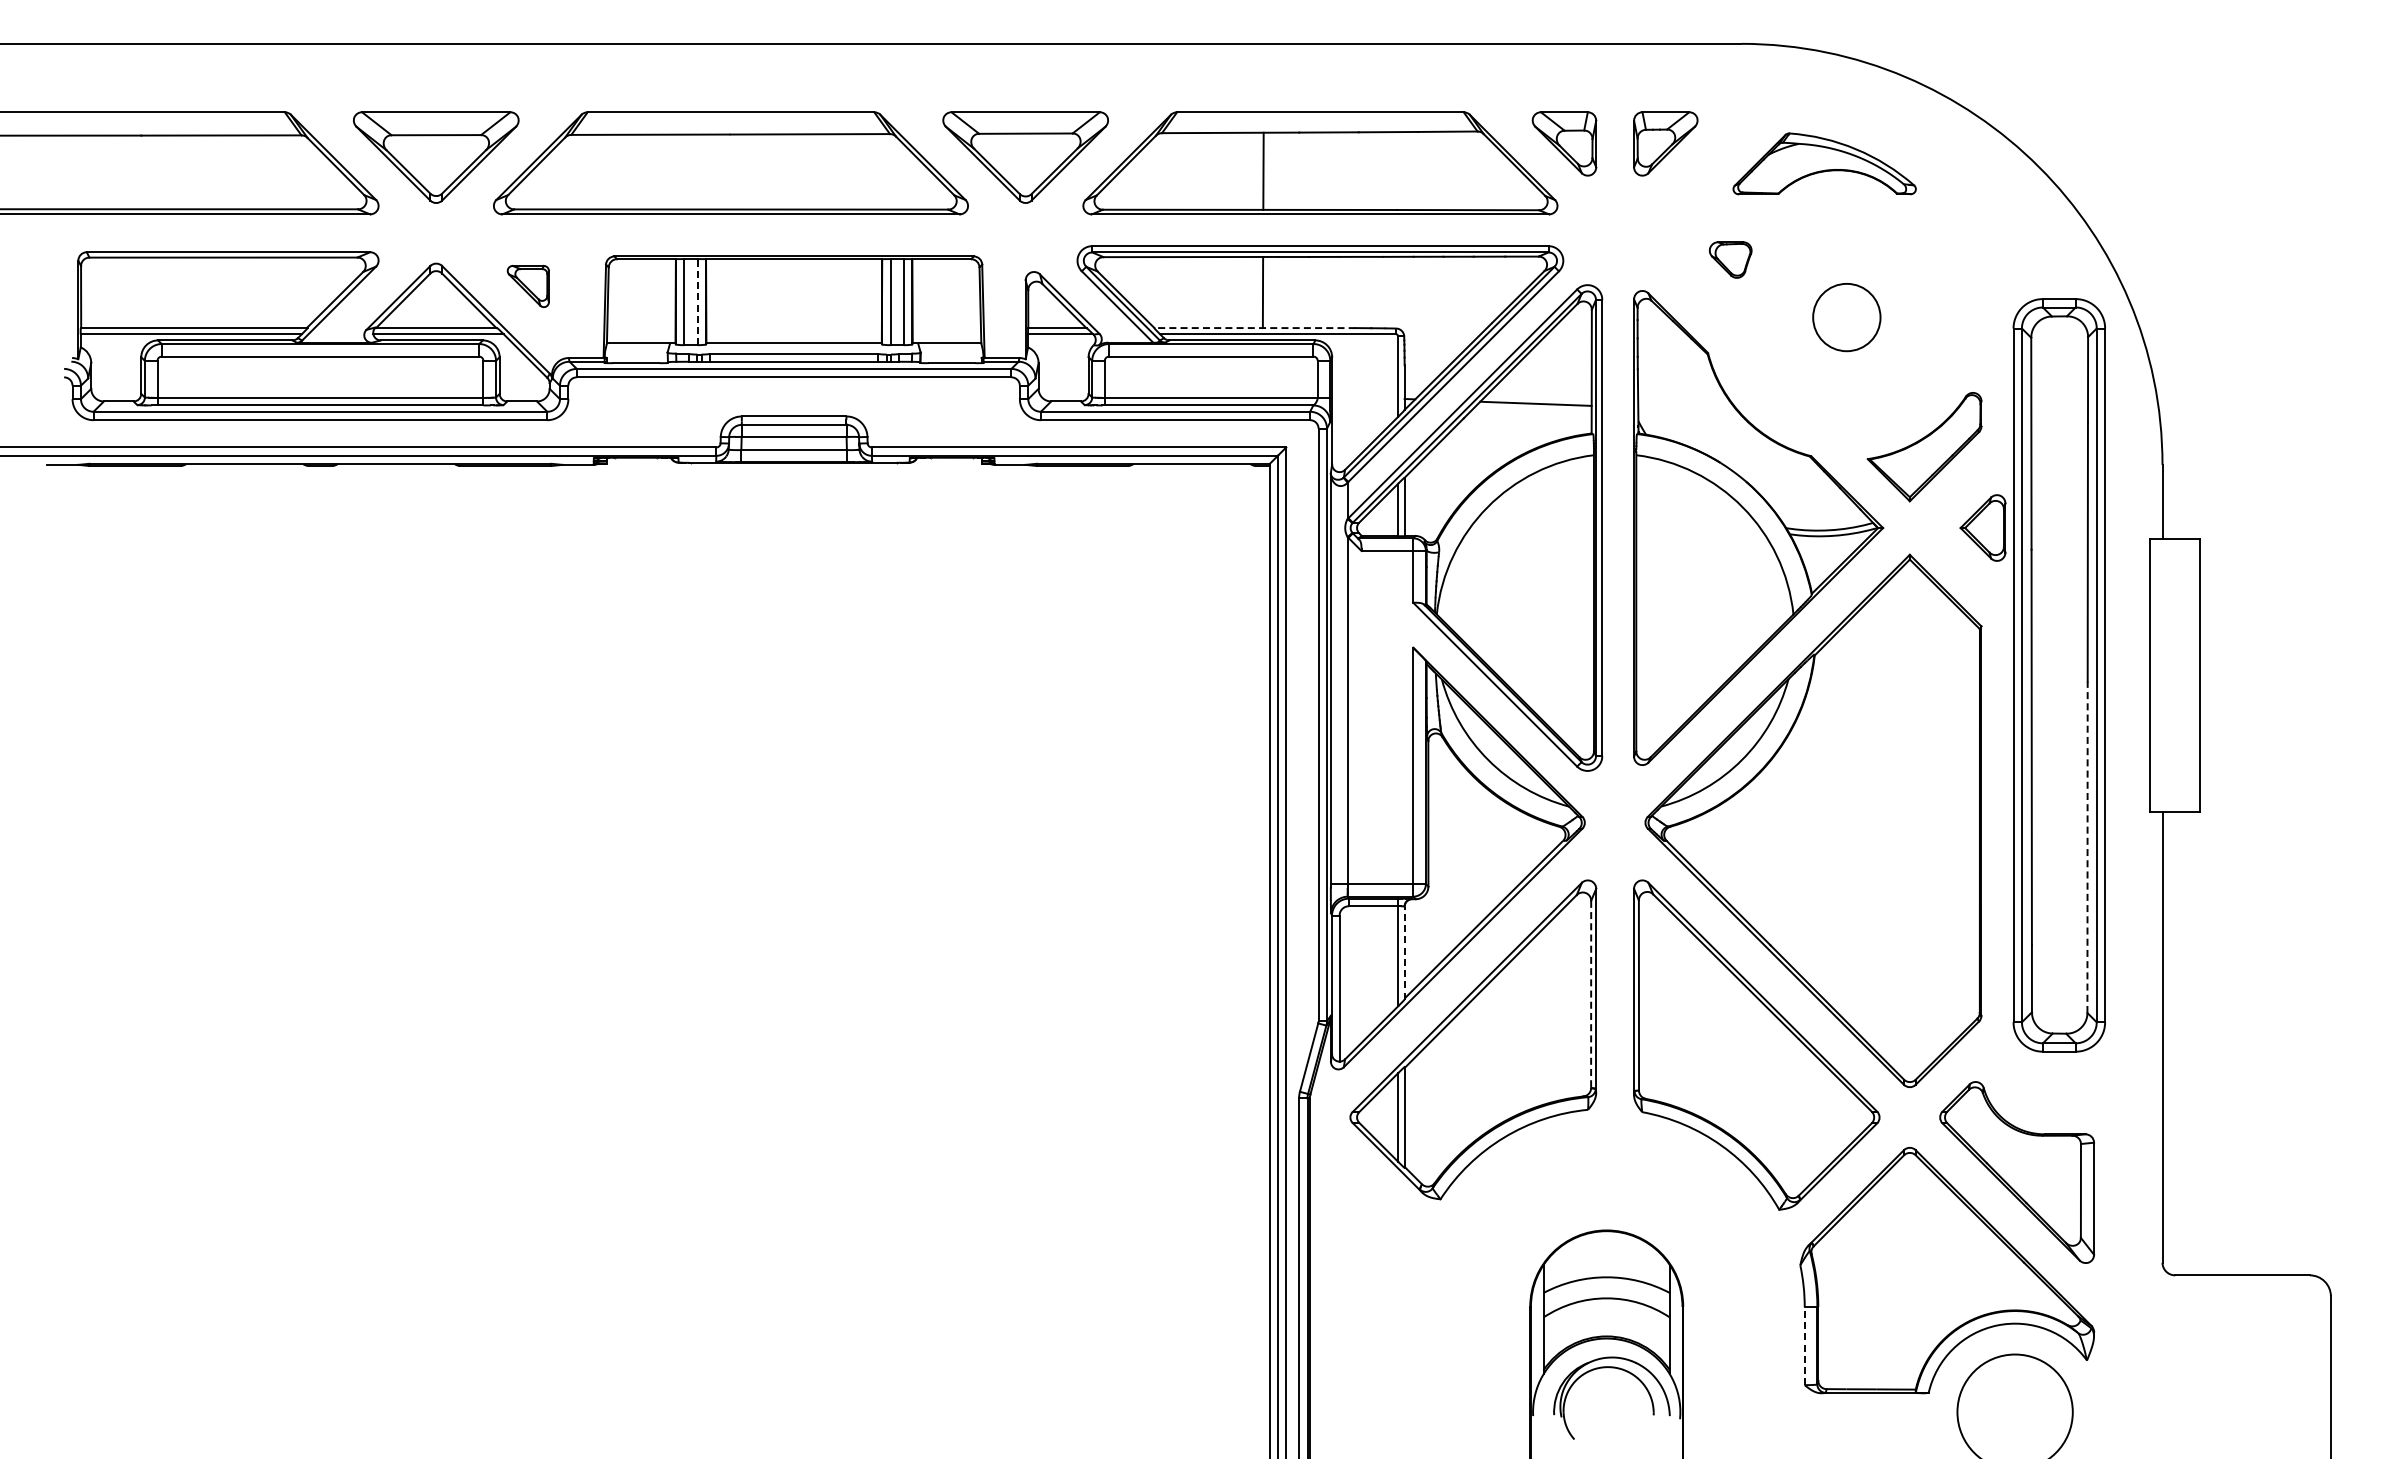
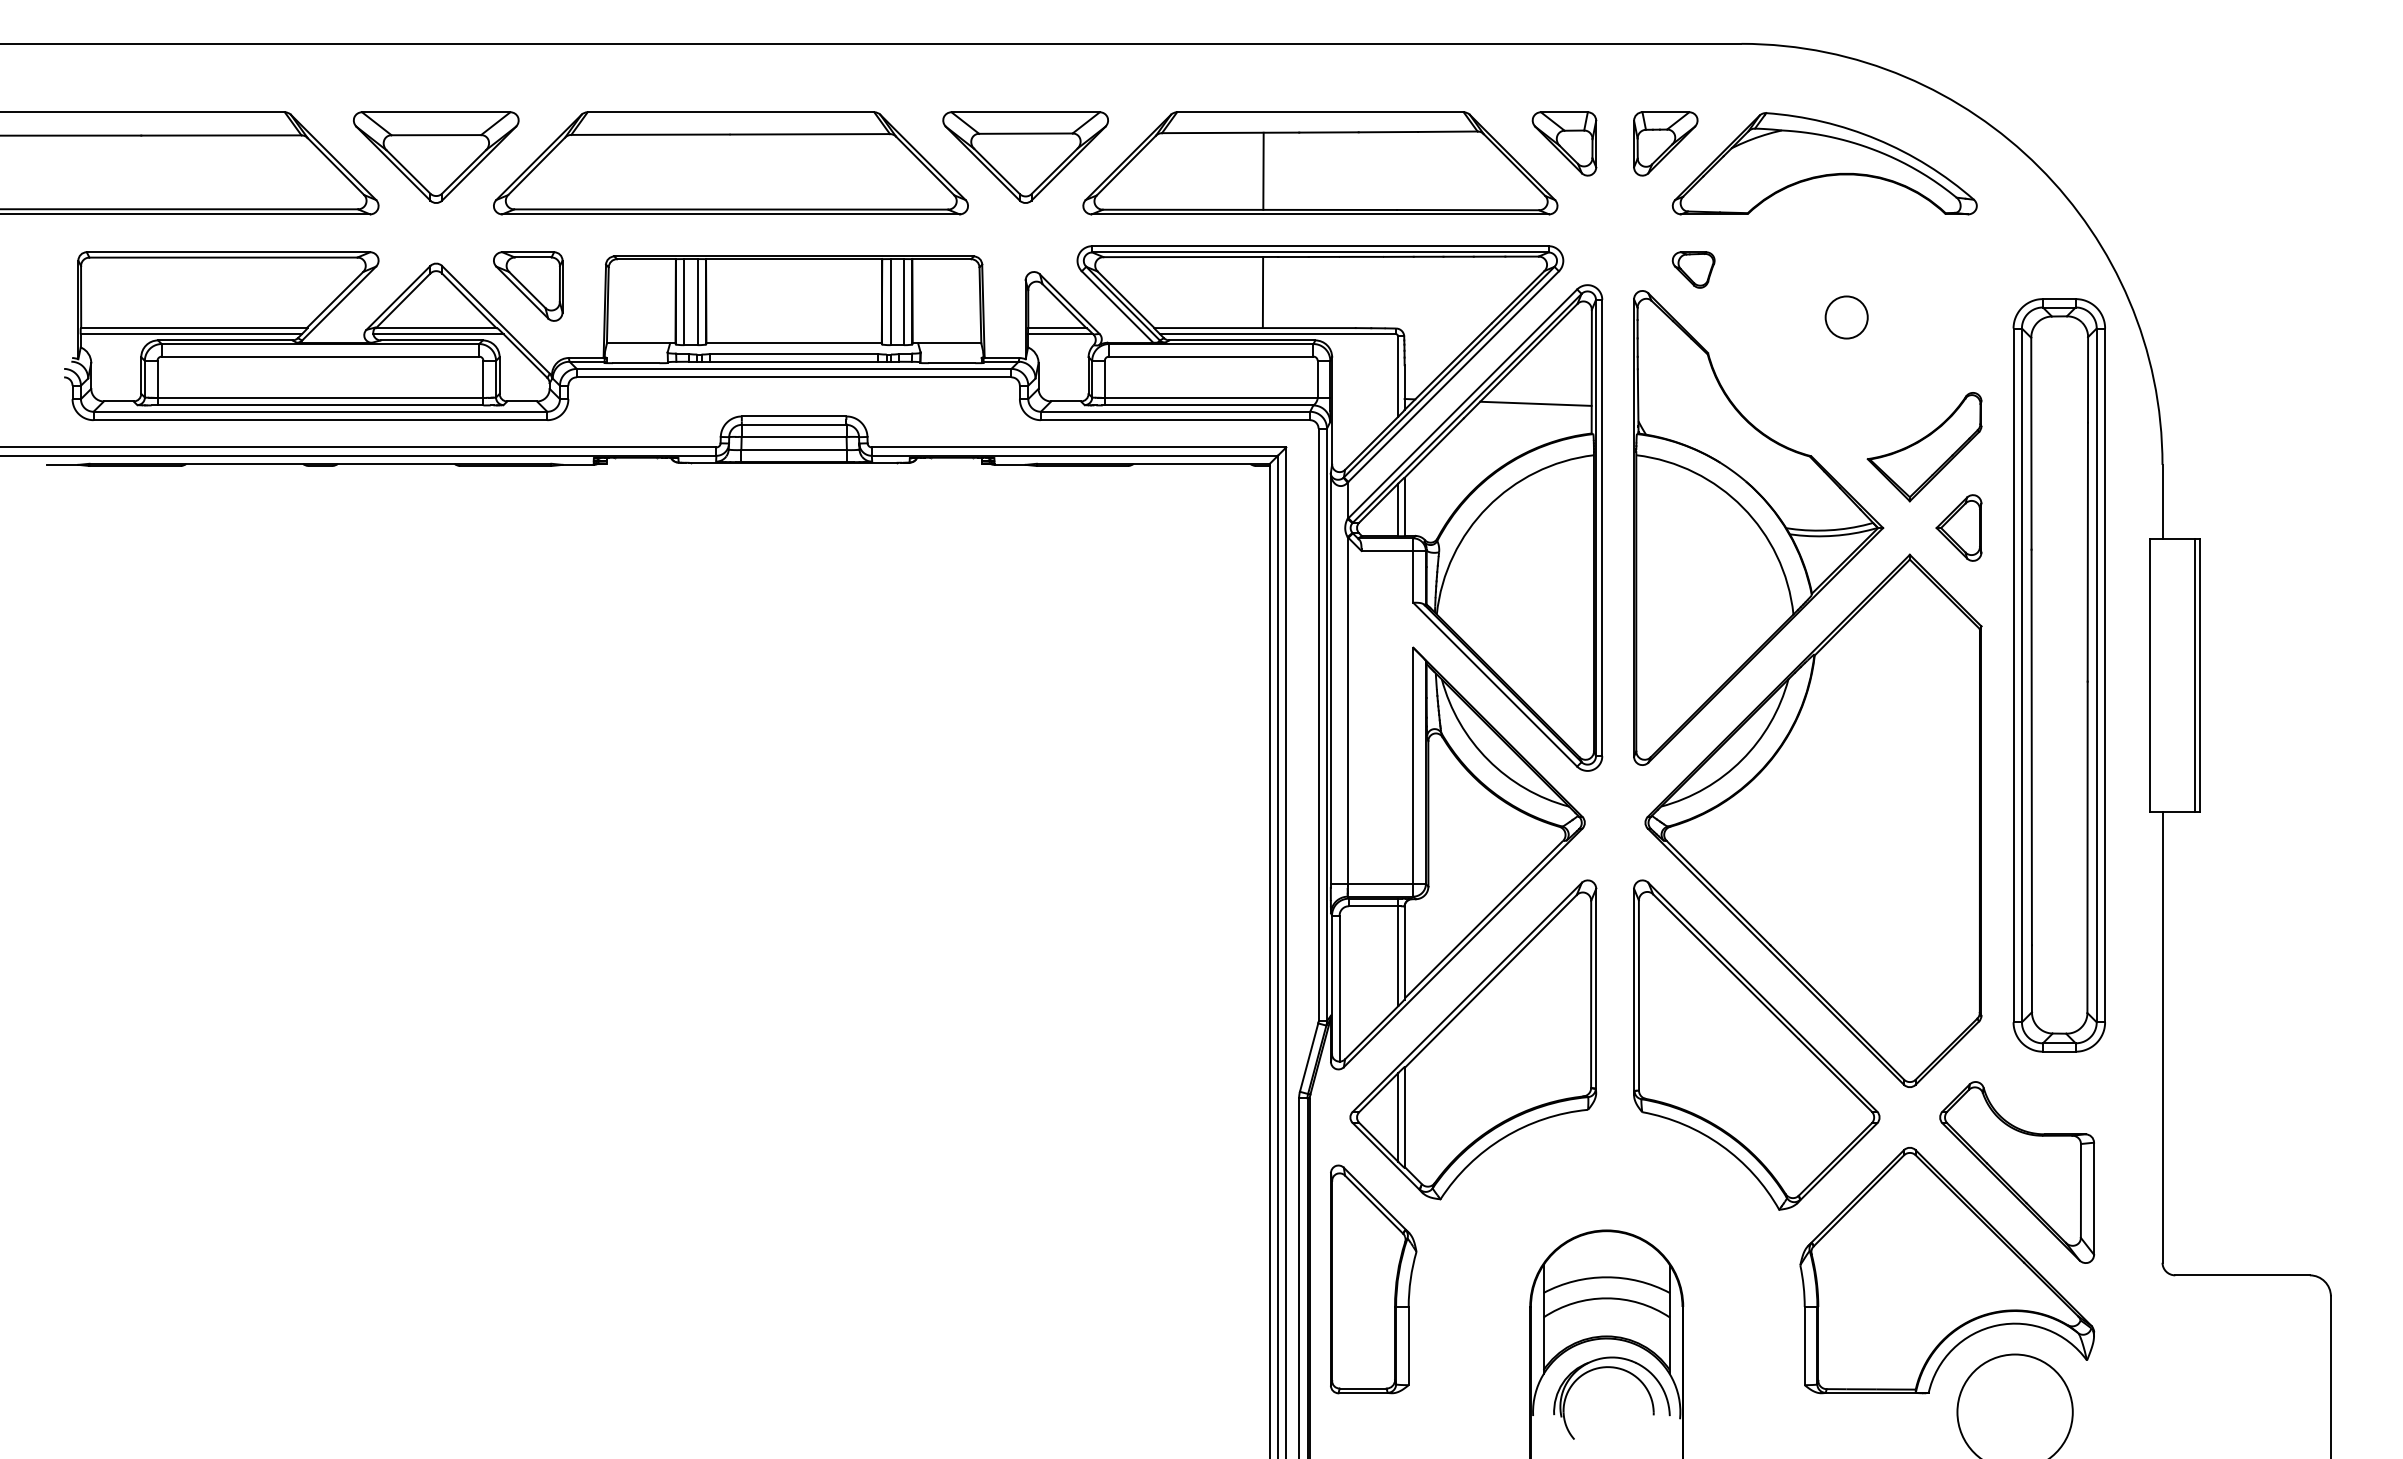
part at (1824, 163) size: 185x64 px -> 307x104 px
part at (1730, 259) position: (1730, 259) -> (1693, 269)
part at (527, 285) size: 44x44 px -> 71x71 px
line at (697, 301): dashed -> solid
circle at (1846, 317) size: 70x70 px -> 45x45 px
line at (1254, 328): dashed -> solid
part at (1982, 527) position: (1982, 527) -> (1958, 527)
line at (2195, 675): none -> present
line at (2087, 847): dashed -> solid
line at (1404, 953): dashed -> solid
line at (1591, 994): dashed -> solid
part at (1373, 1279): none -> present
line at (1804, 1345): dashed -> solid
